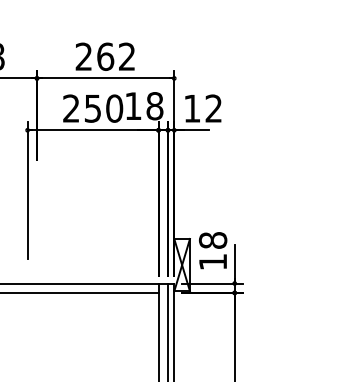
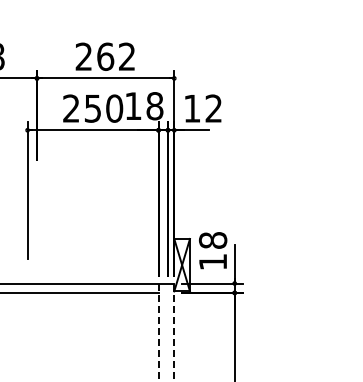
line at (168, 330): present -> none
line at (158, 332): solid -> dashed
line at (174, 332): solid -> dashed
